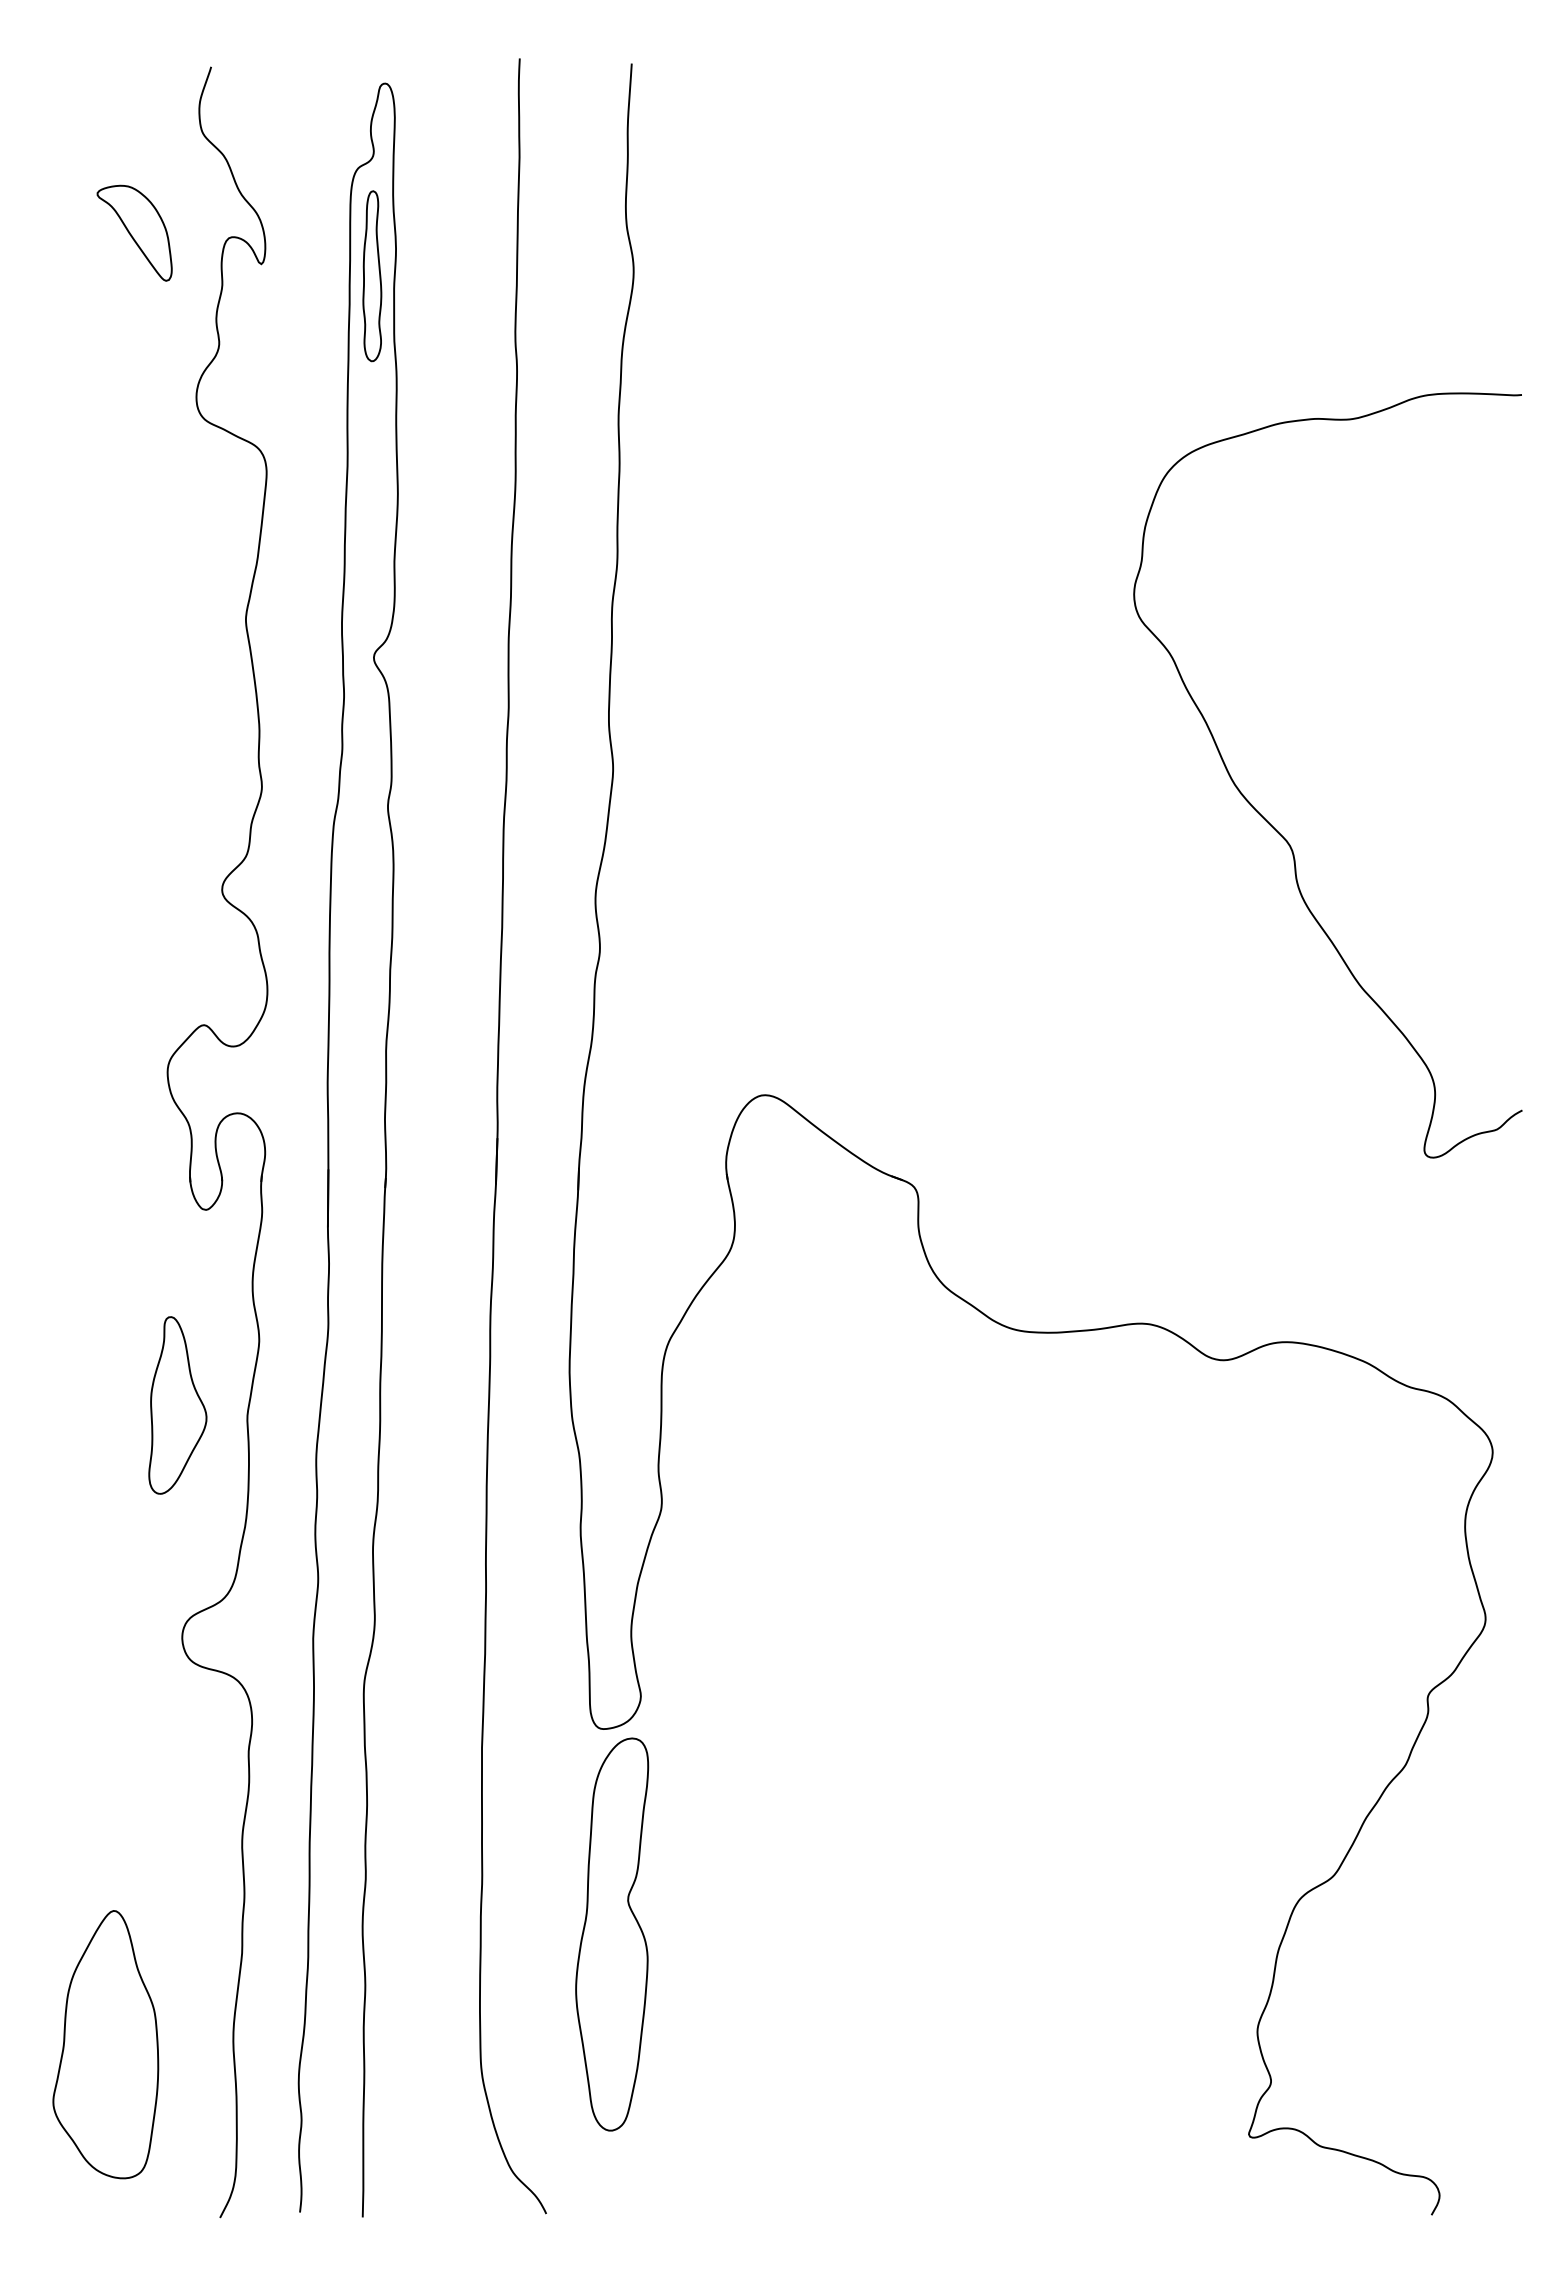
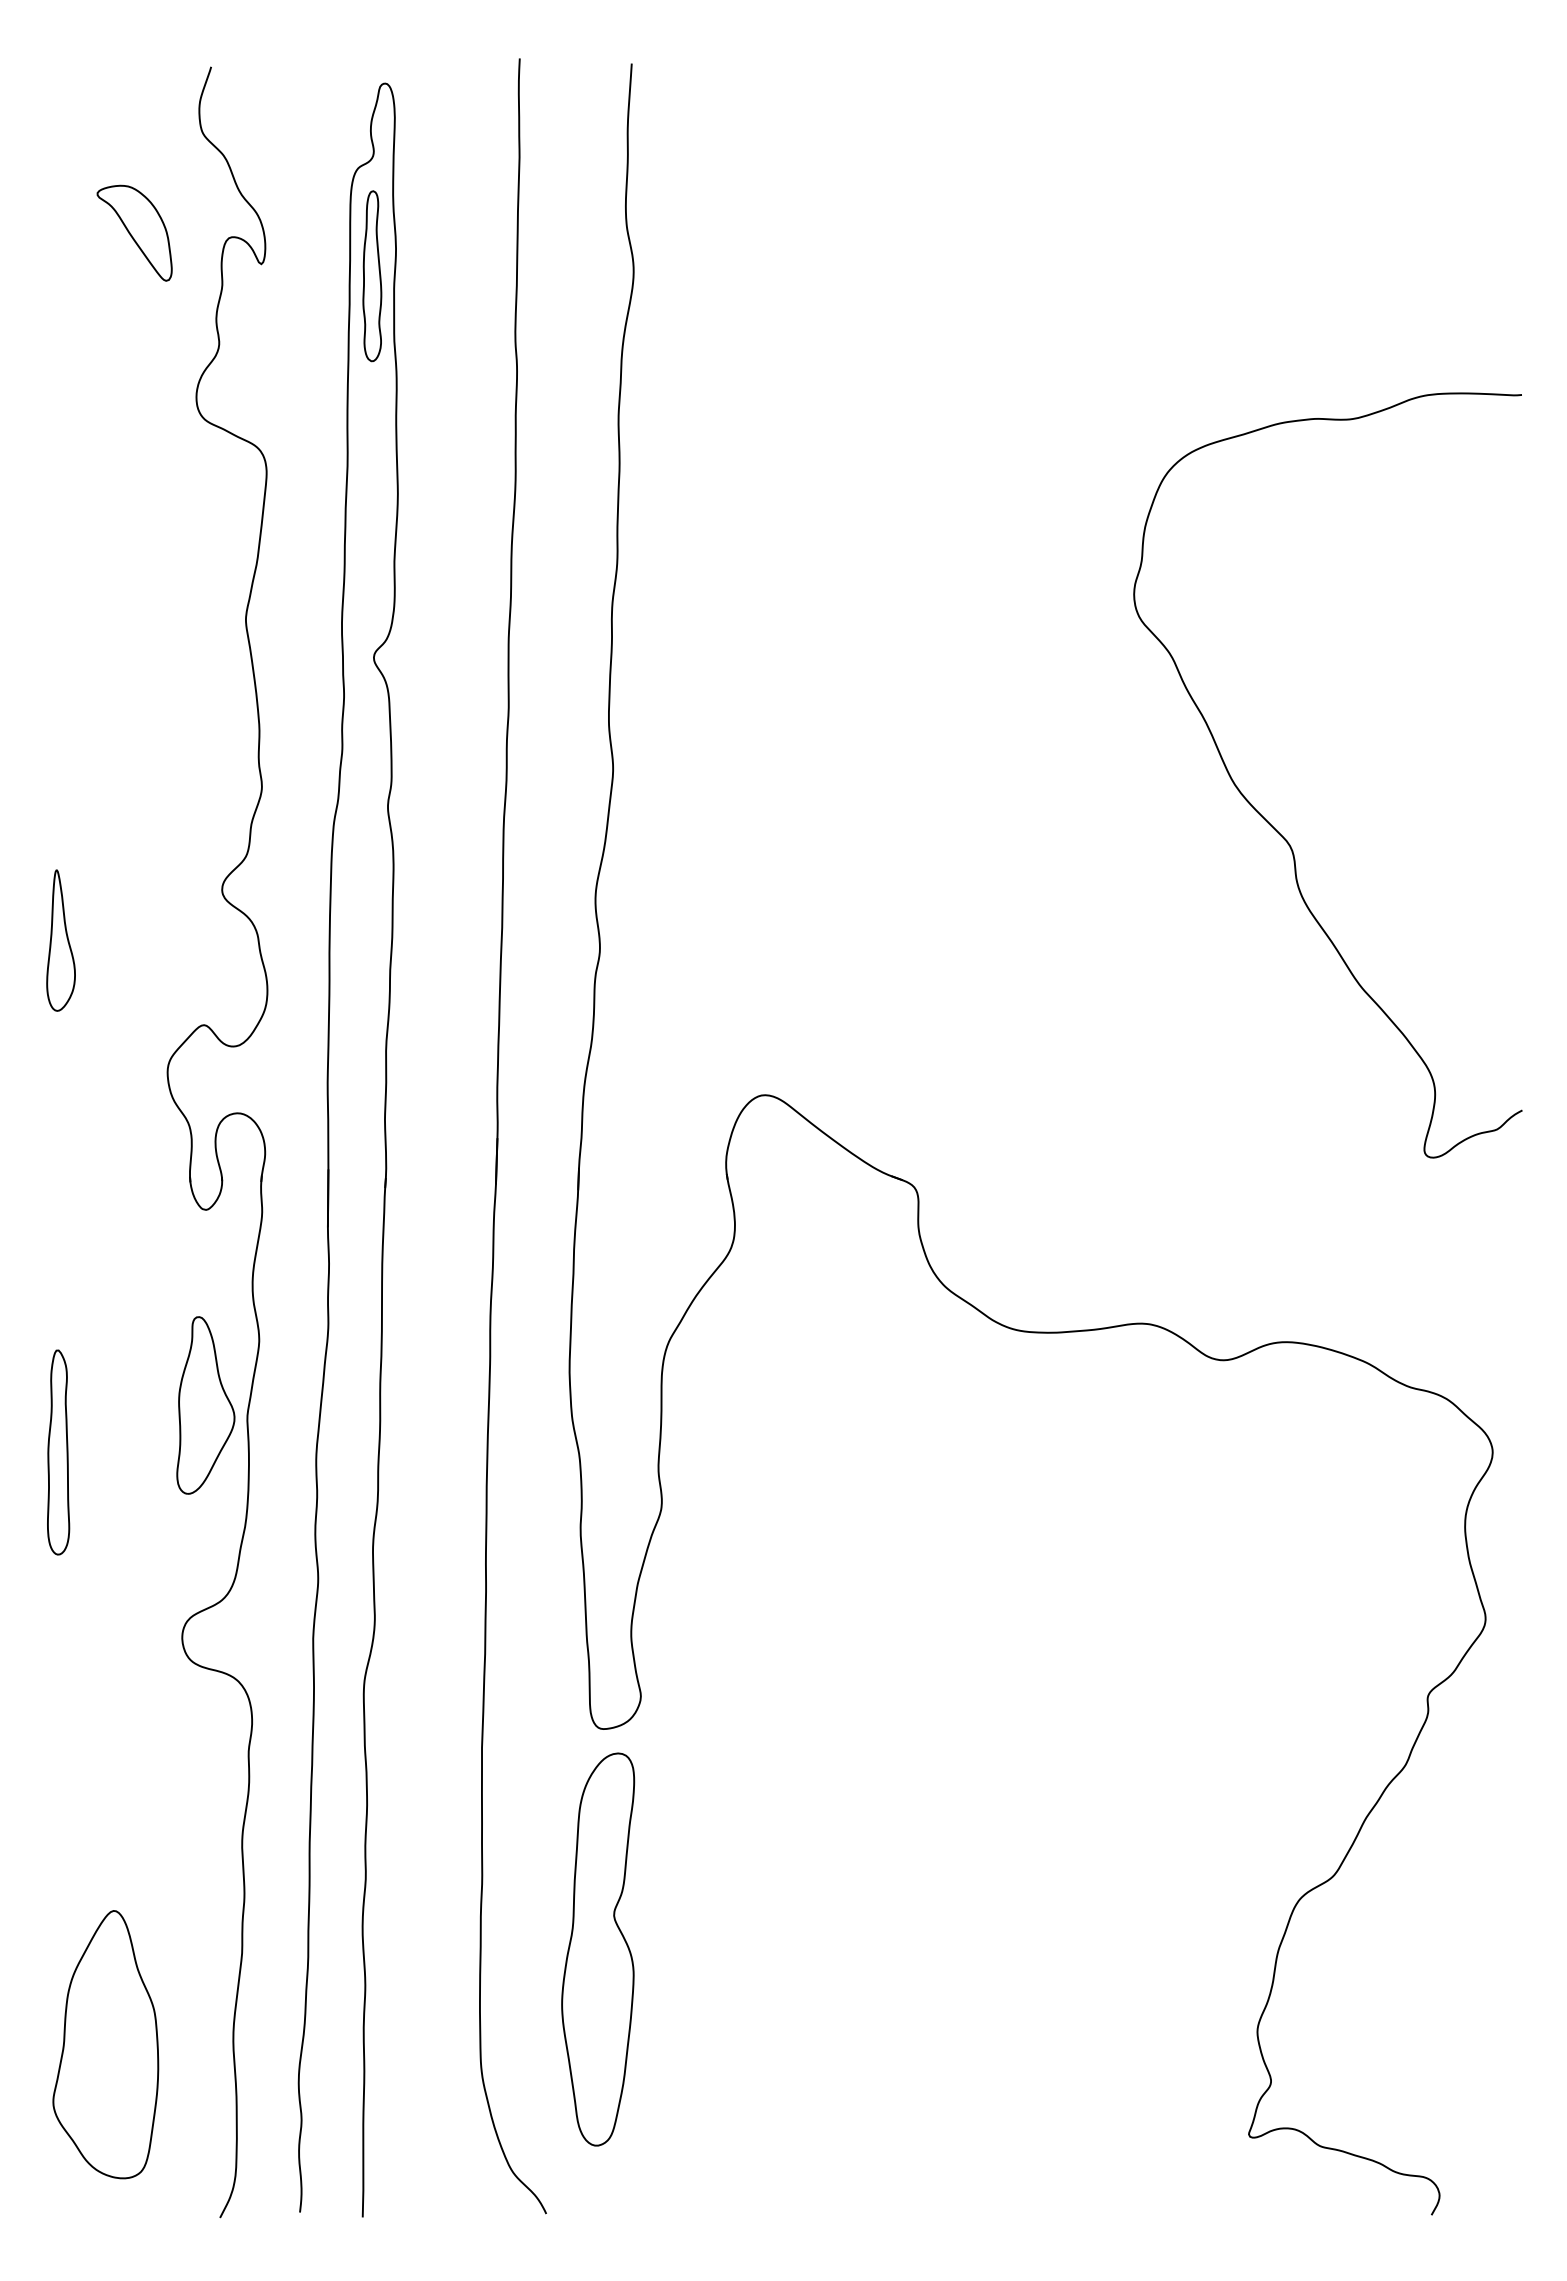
part at (60, 940): none -> present
part at (177, 1405) position: (177, 1405) -> (205, 1405)
part at (58, 1452): none -> present
part at (612, 1934) position: (612, 1934) -> (598, 1949)
